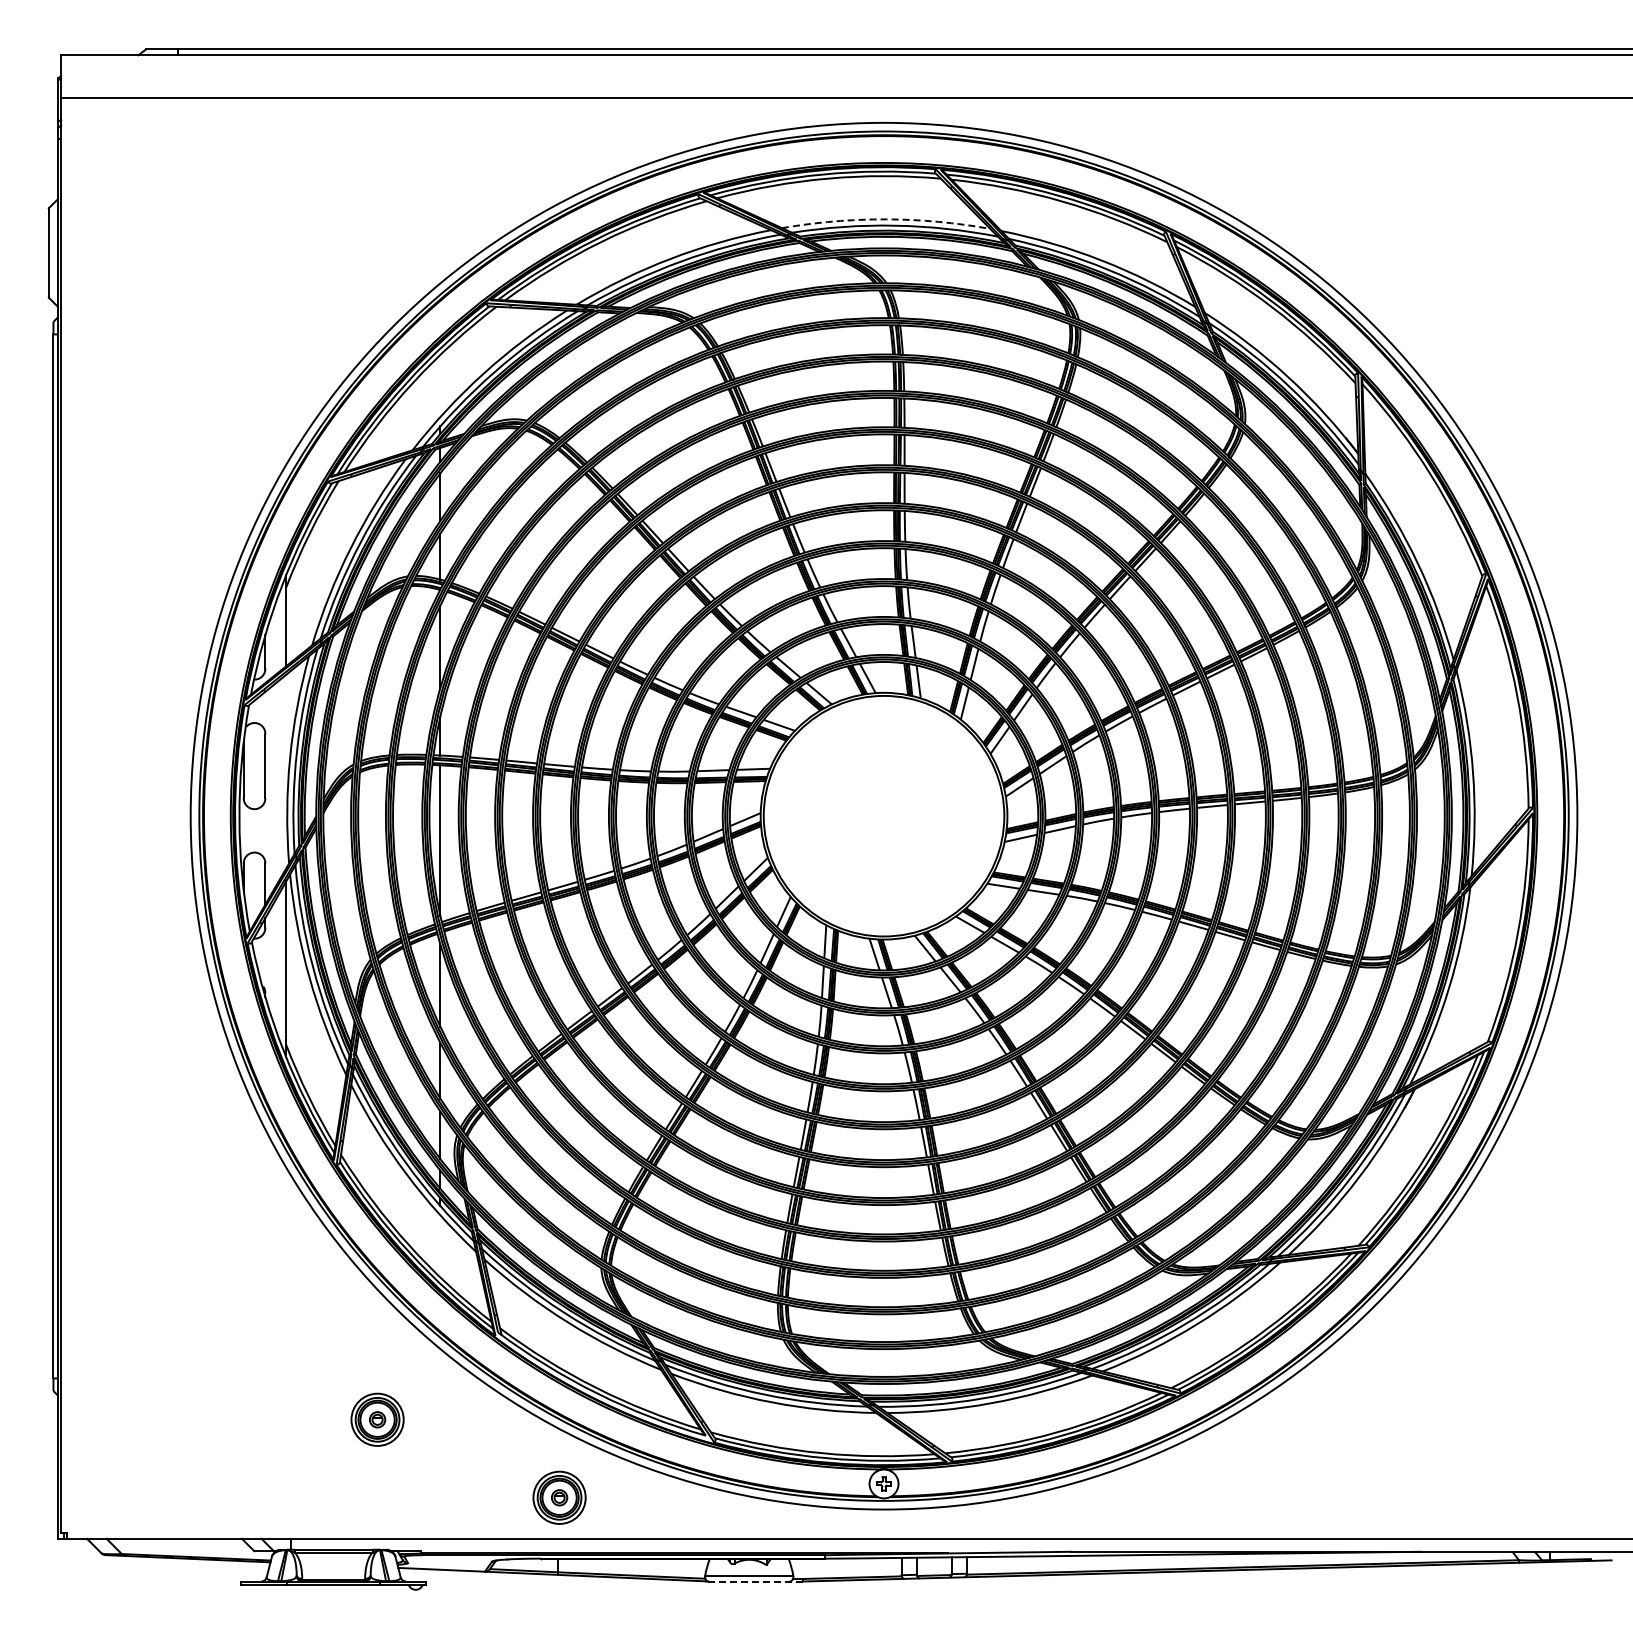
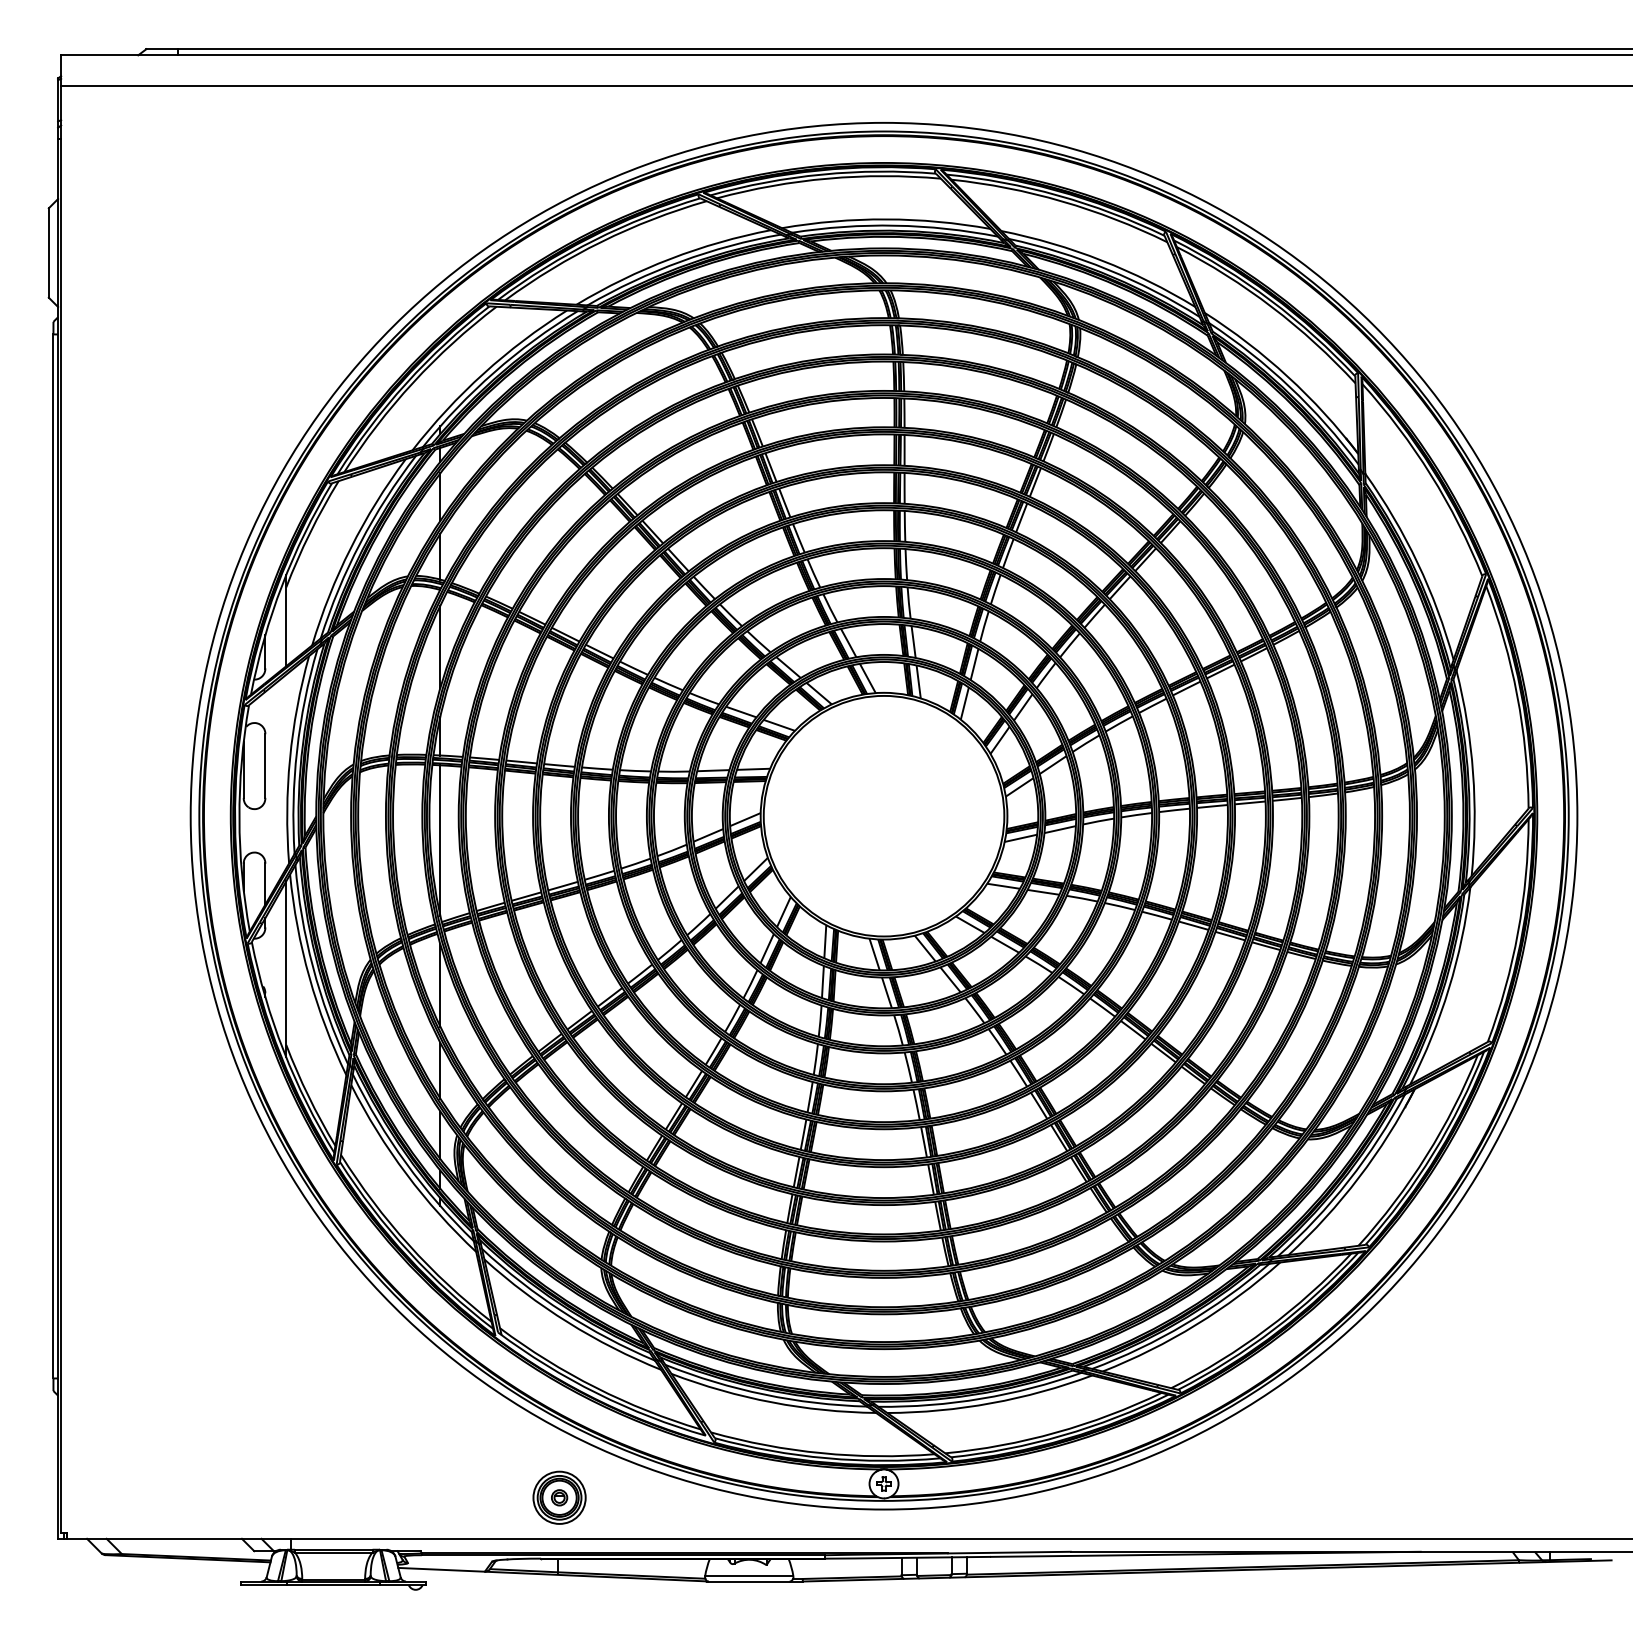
line at (845, 98) position: (845, 98) -> (845, 86)
arc at (886, 219): dashed -> solid
part at (377, 1419): present -> none
line at (754, 1581): dashed -> solid
